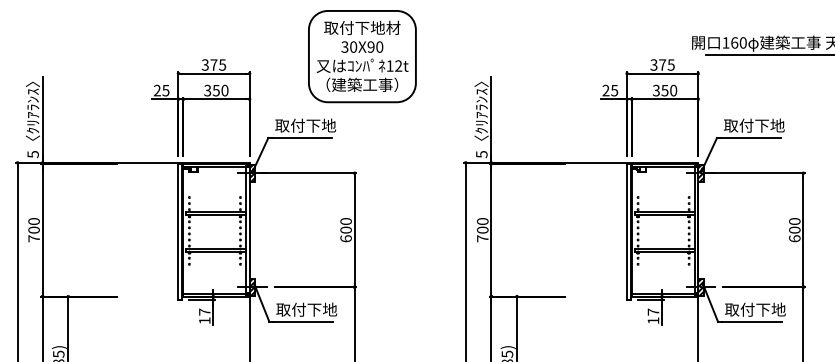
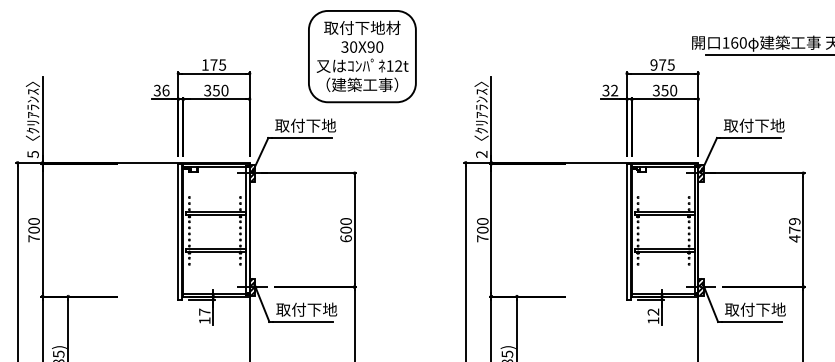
text at (204, 64): 375 -> 175
text at (653, 64): 375 -> 975
text at (161, 90): 25 -> 36
text at (610, 90): 25 -> 32
text at (481, 154): 5 -> 2
text at (794, 230): 600 -> 479
text at (653, 311): 17 -> 12
